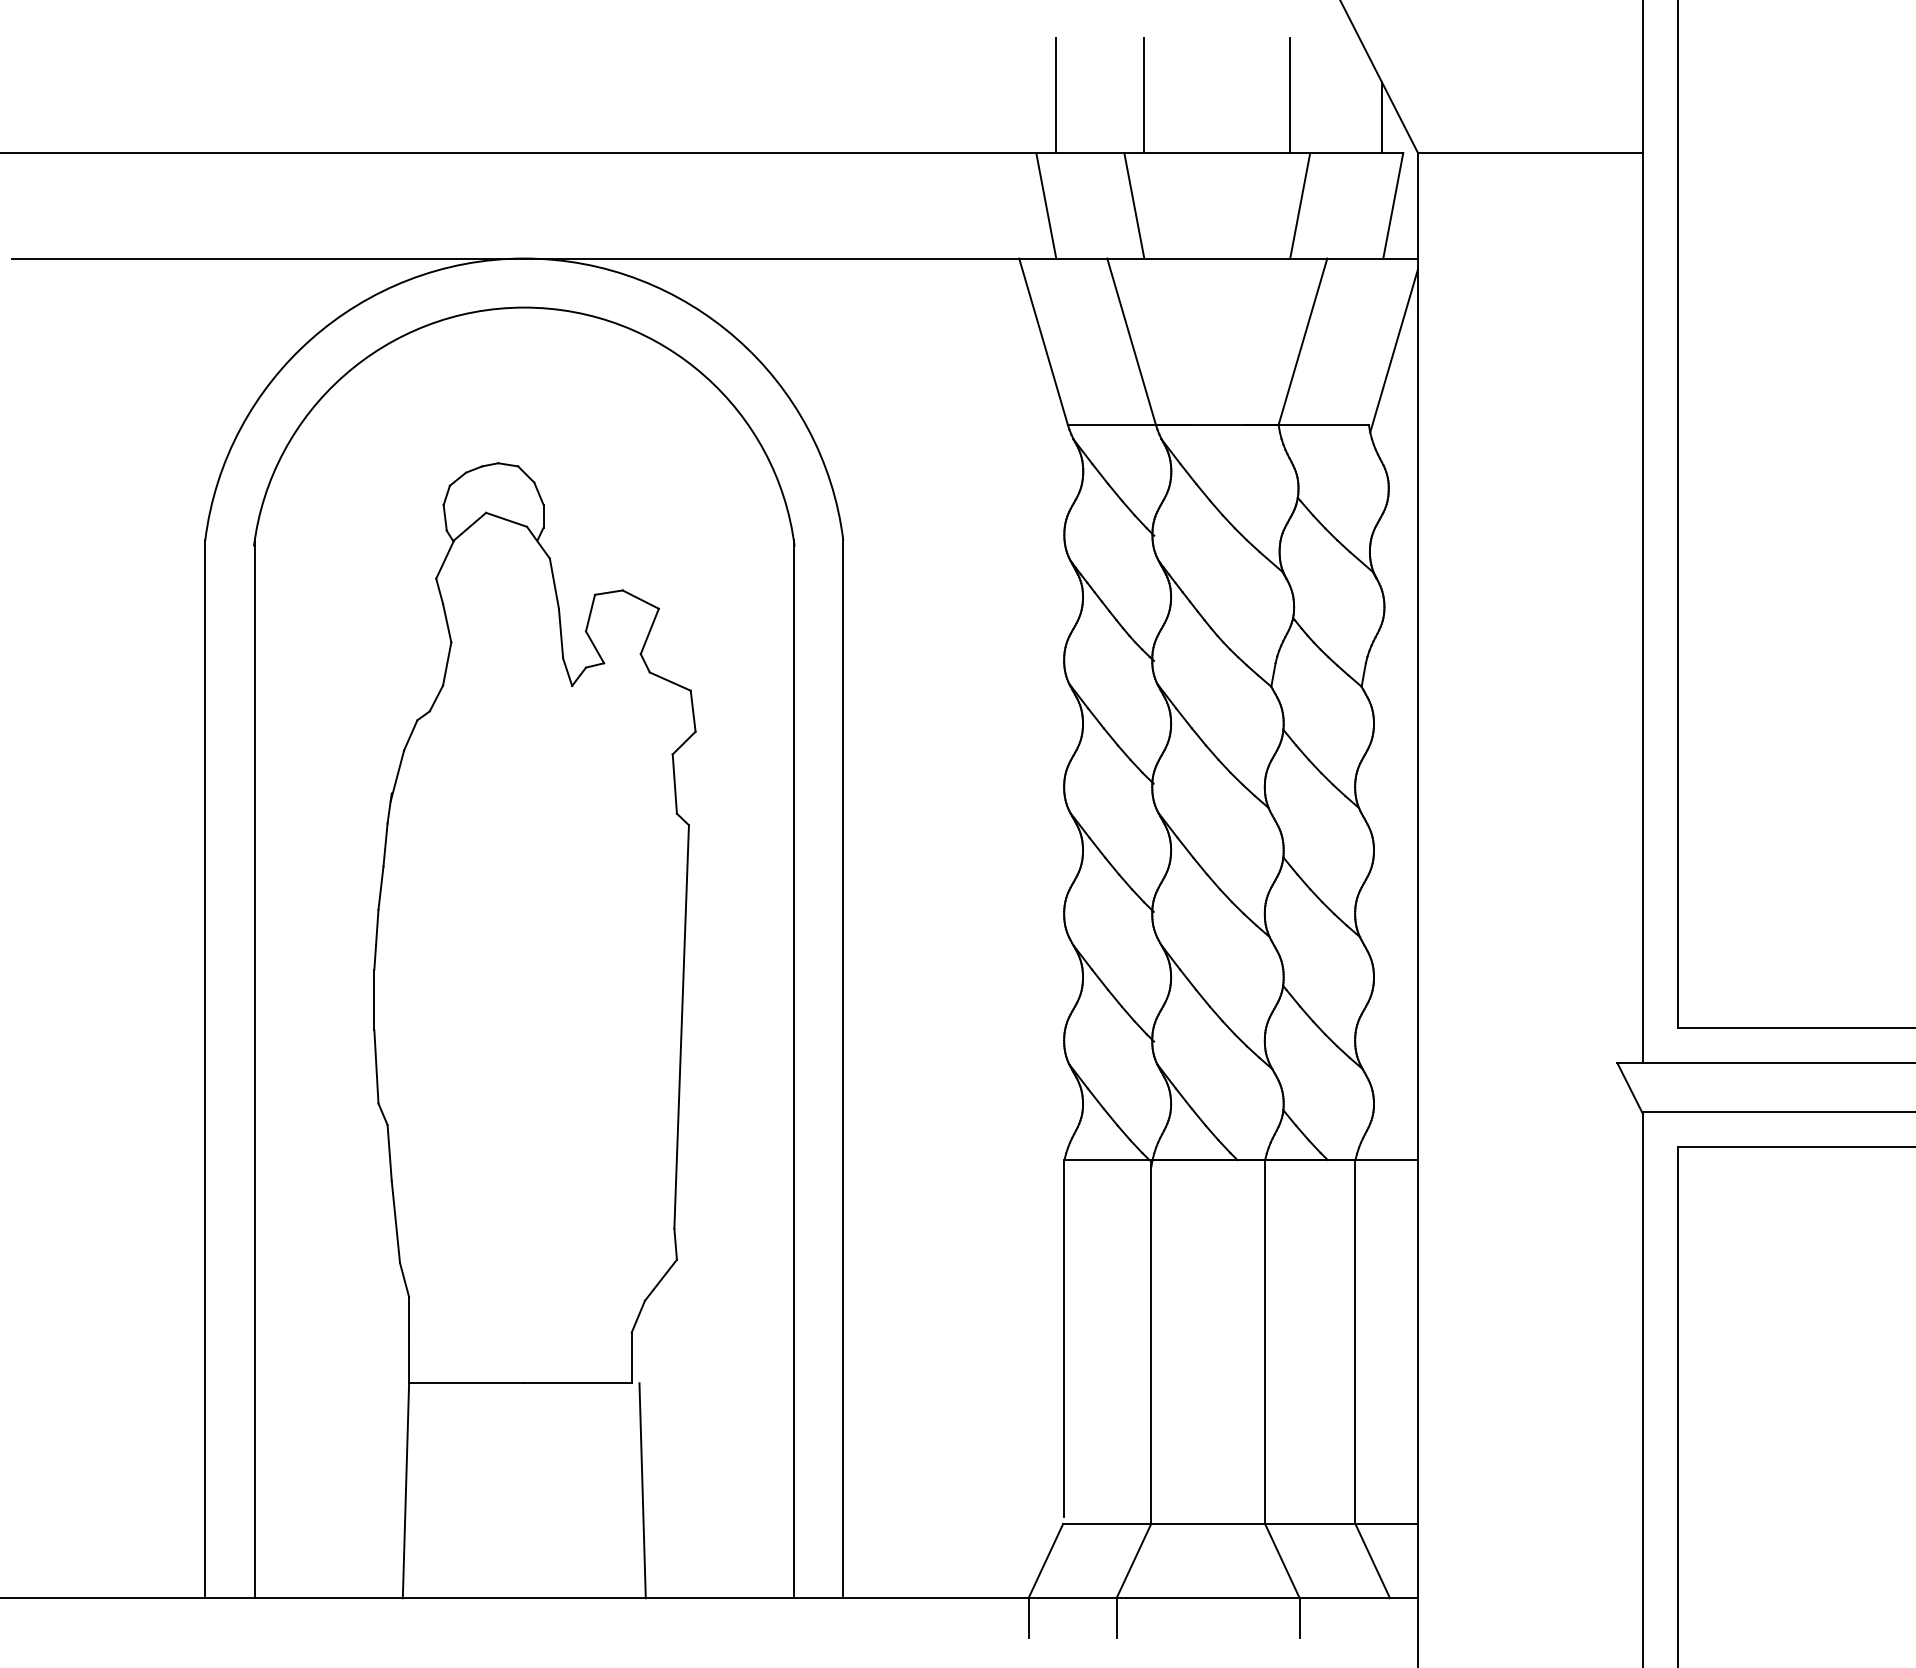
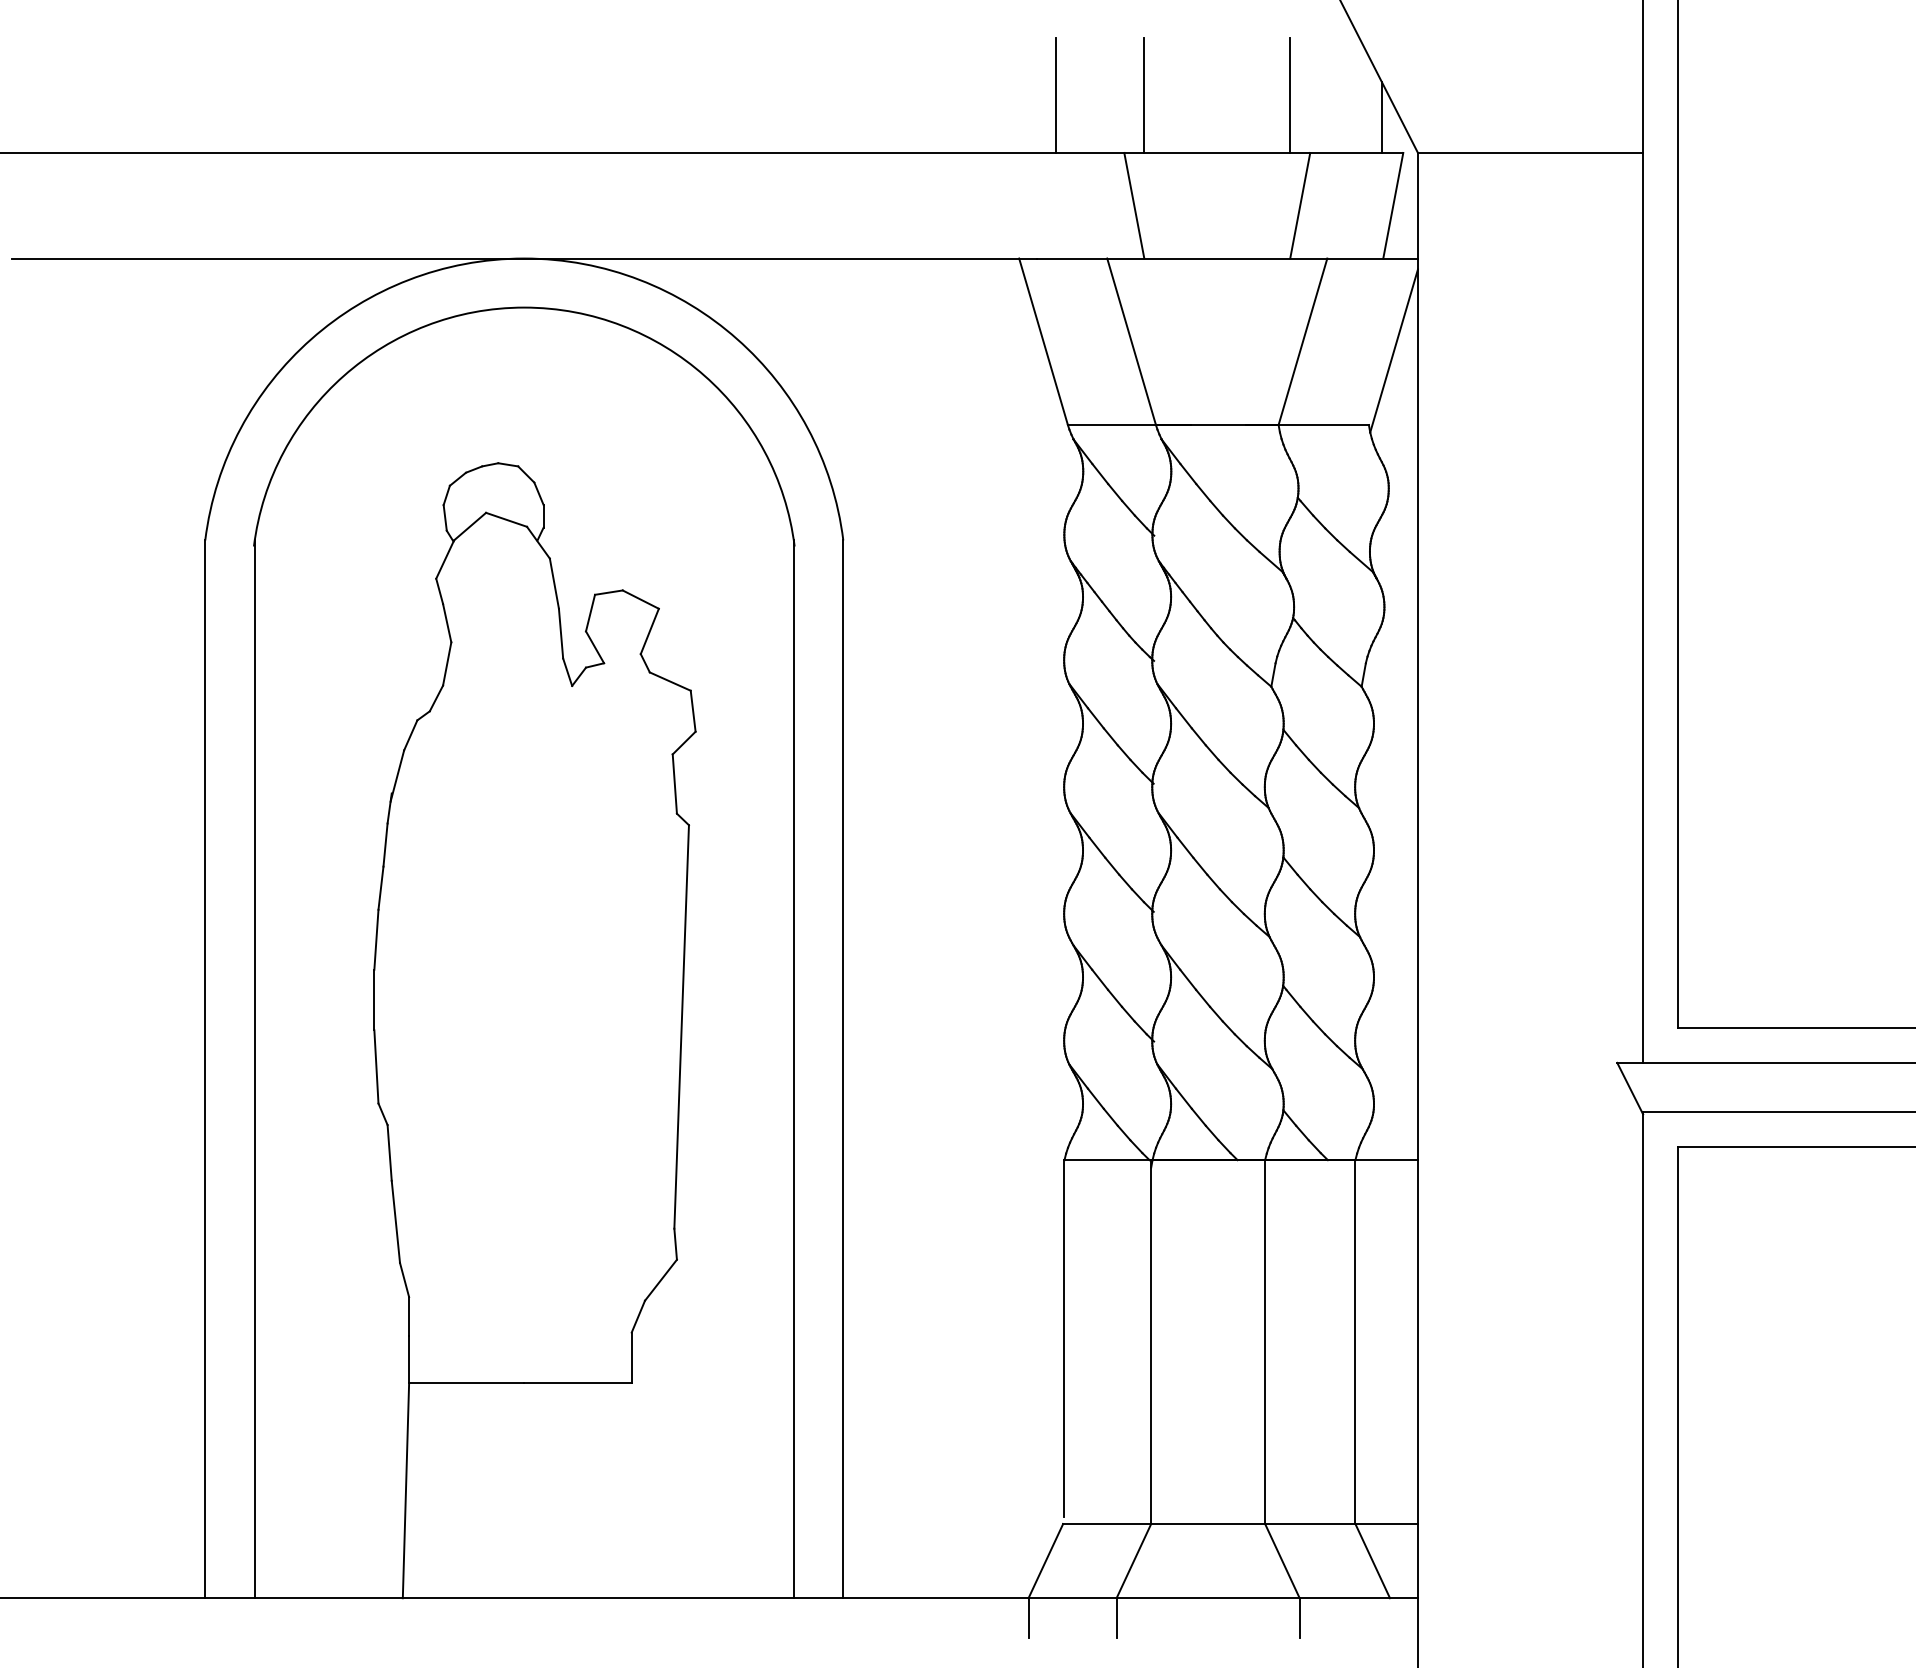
line at (1046, 205): present -> none
line at (642, 1490): present -> none
